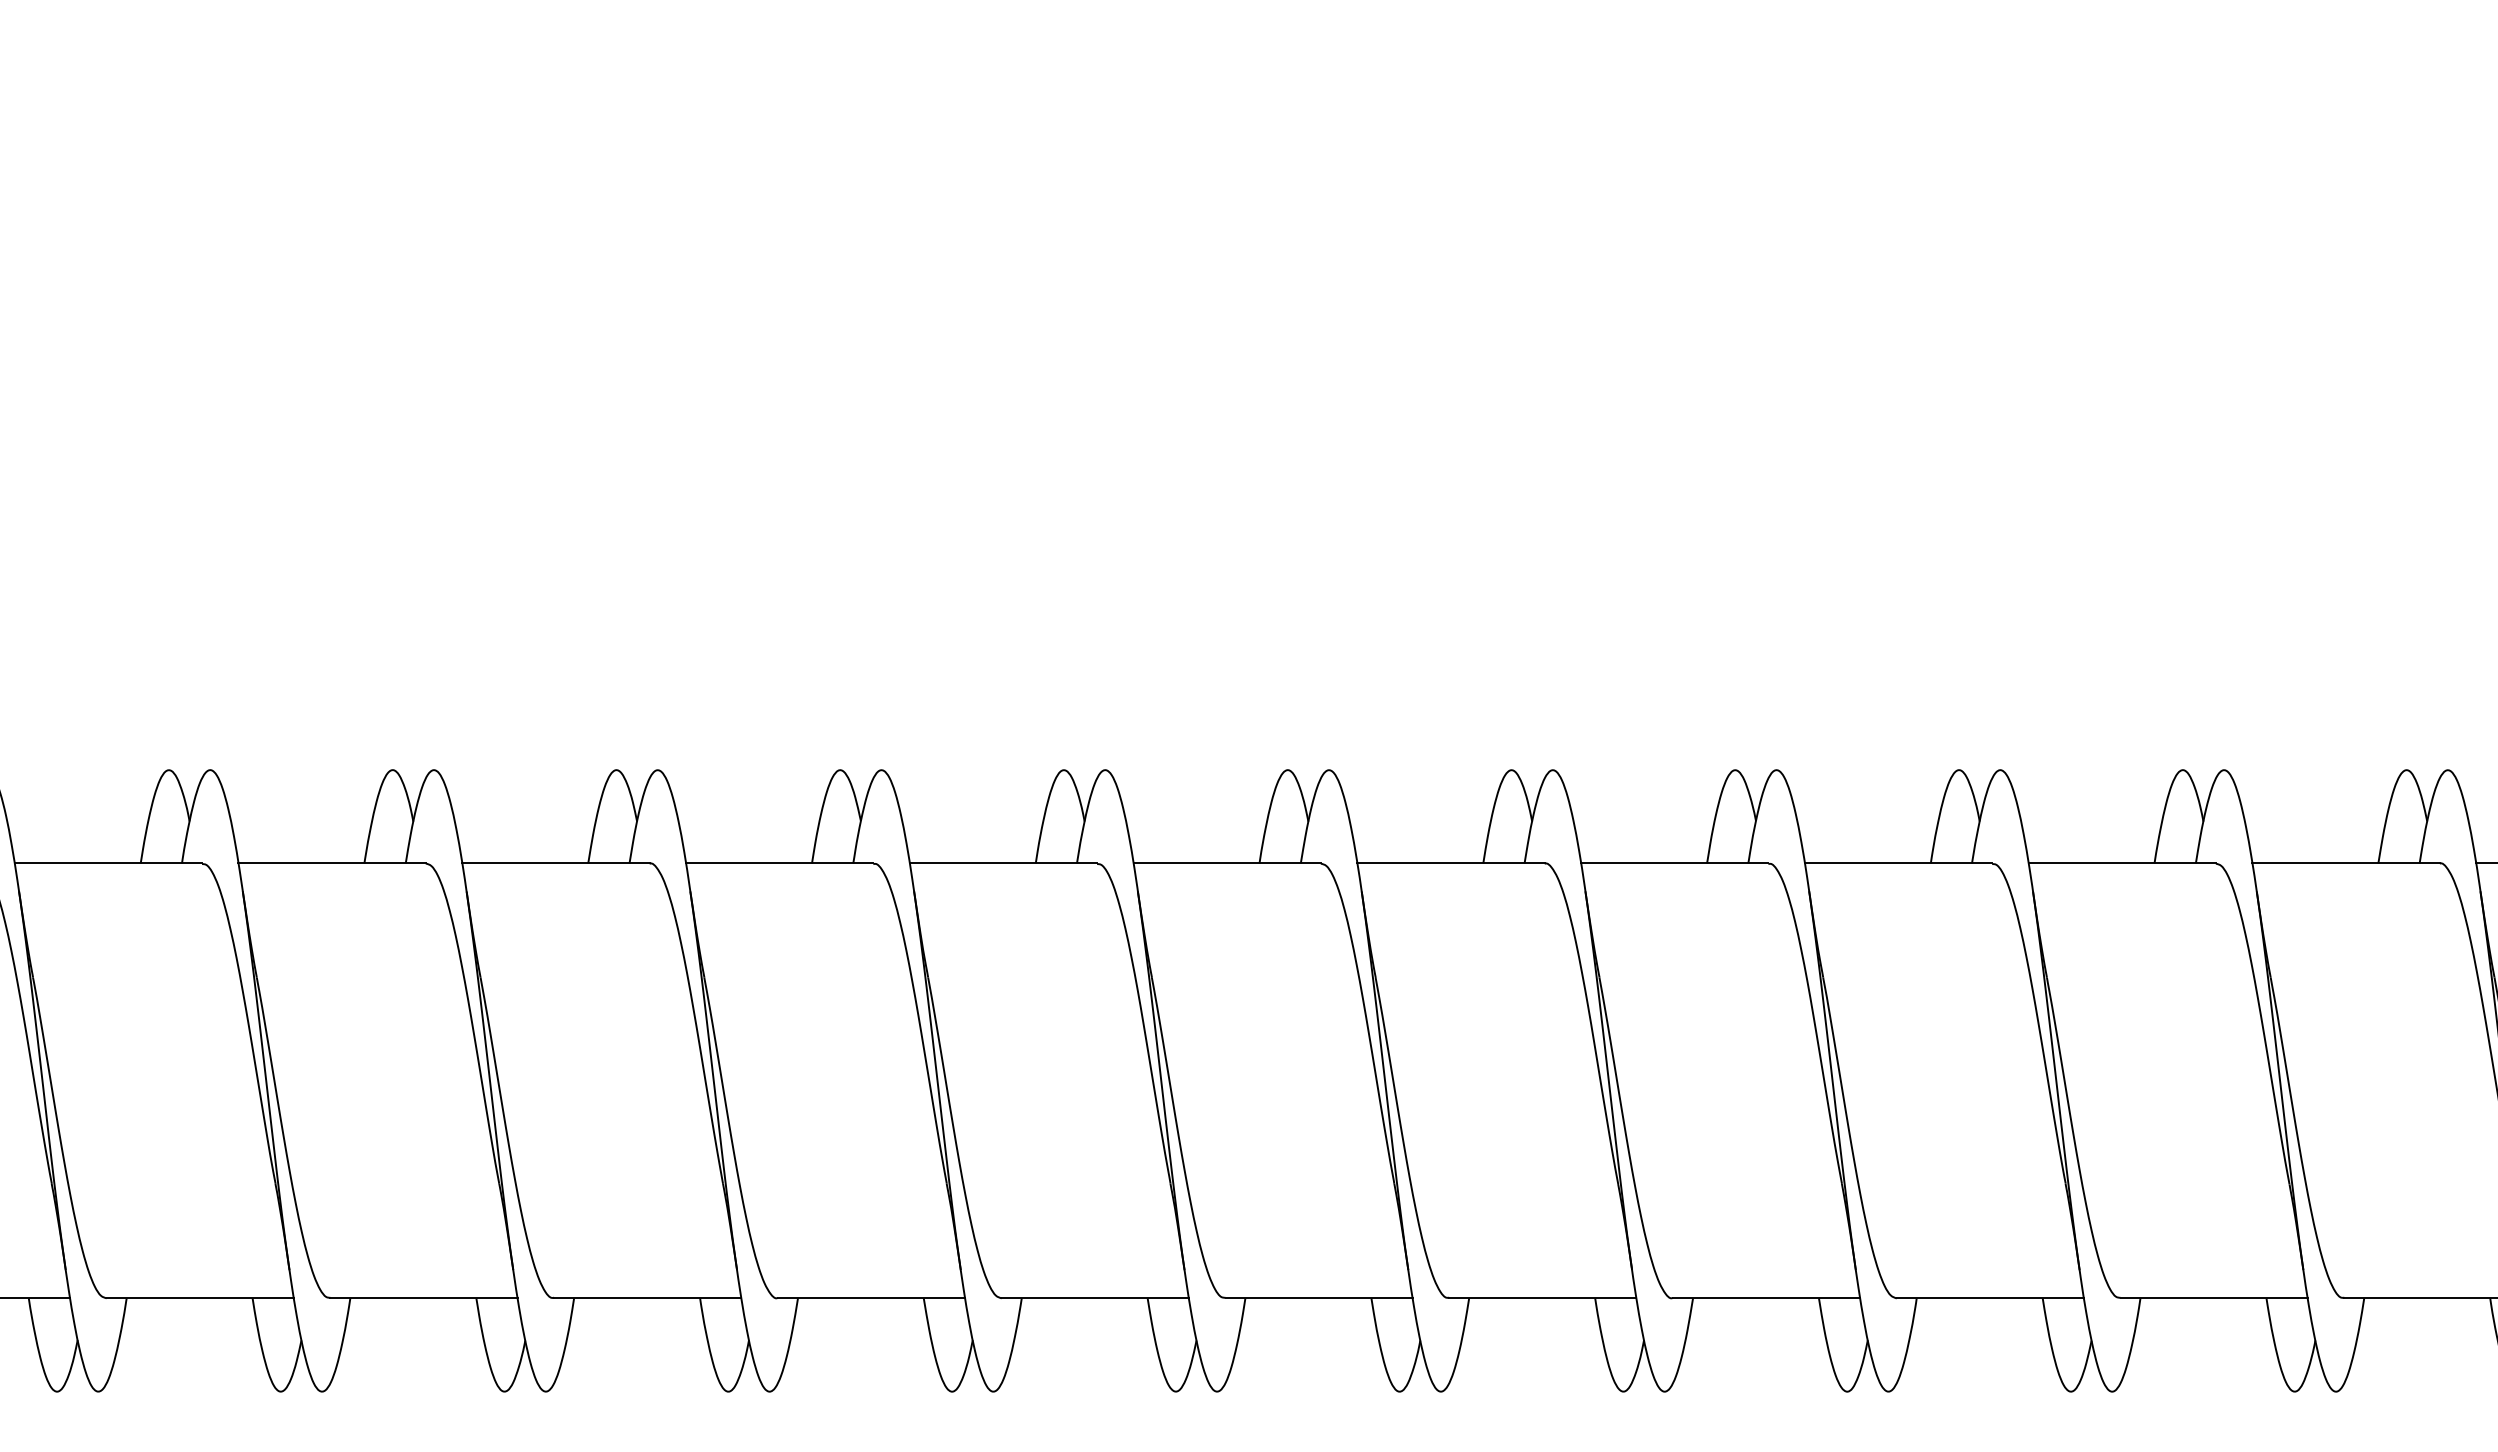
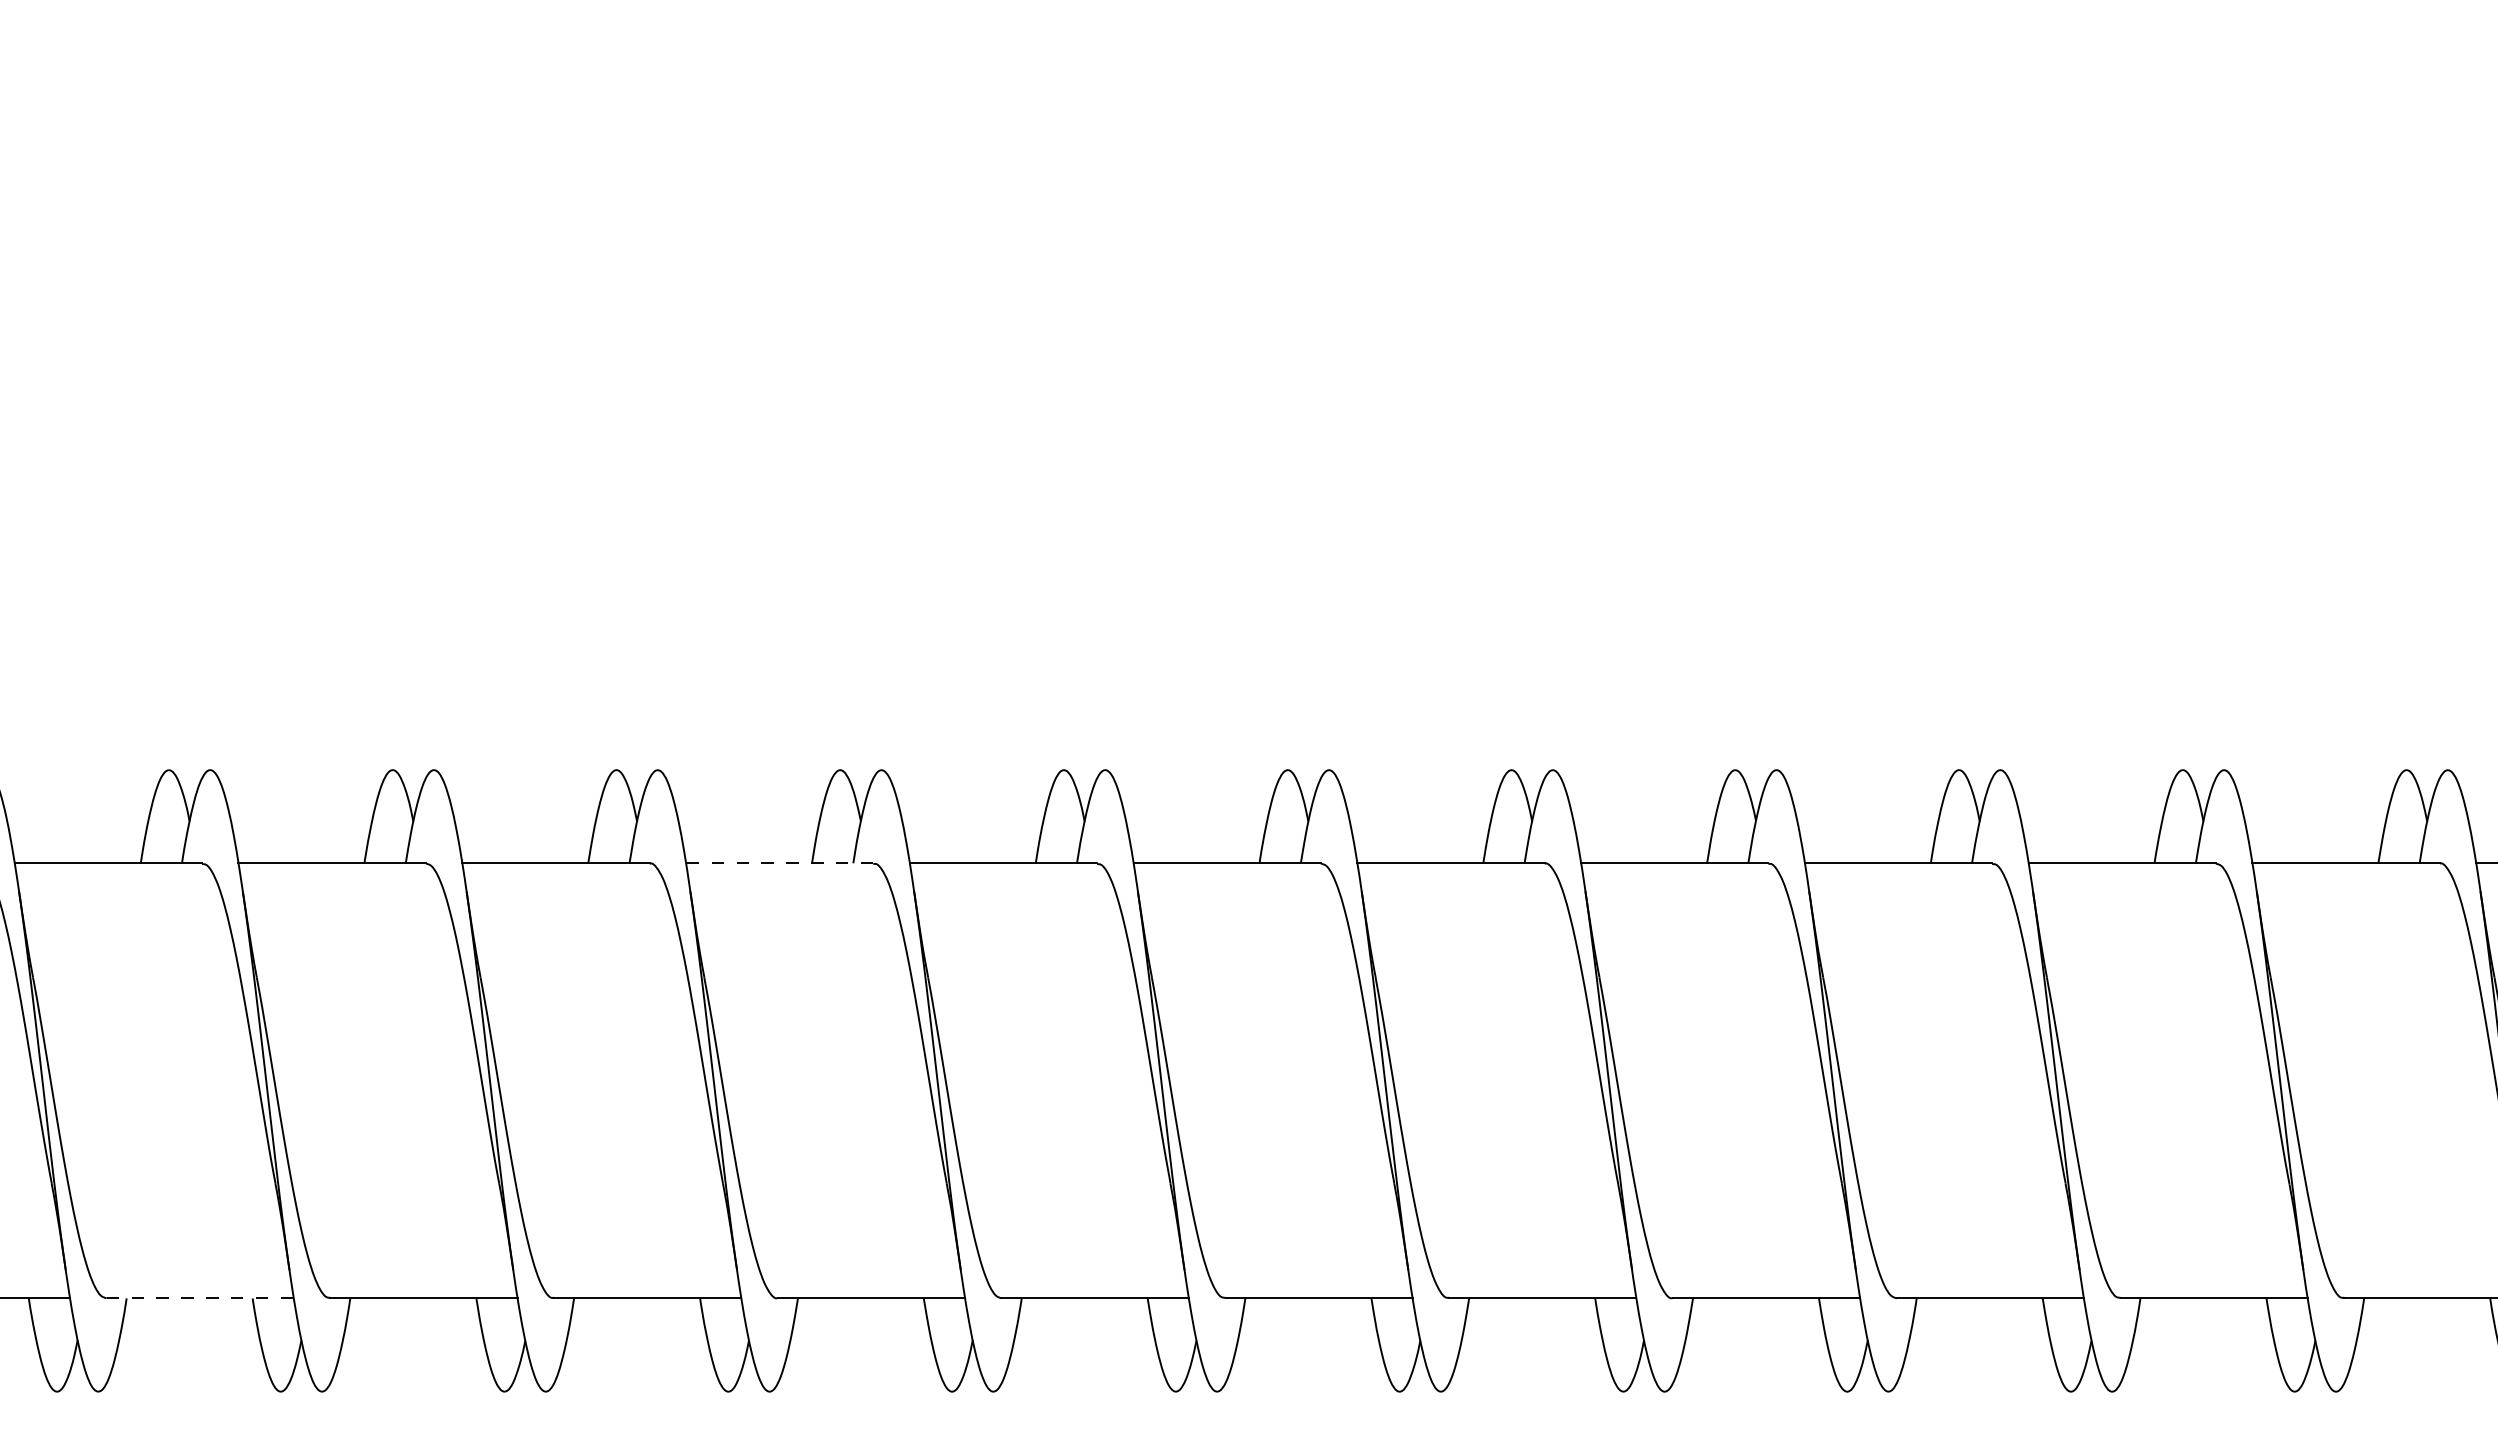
line at (779, 863): solid -> dashed
line at (200, 1298): solid -> dashed
